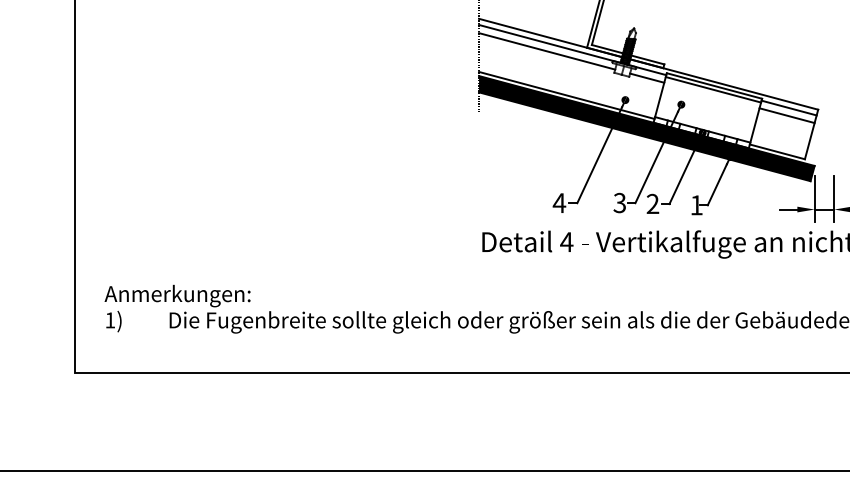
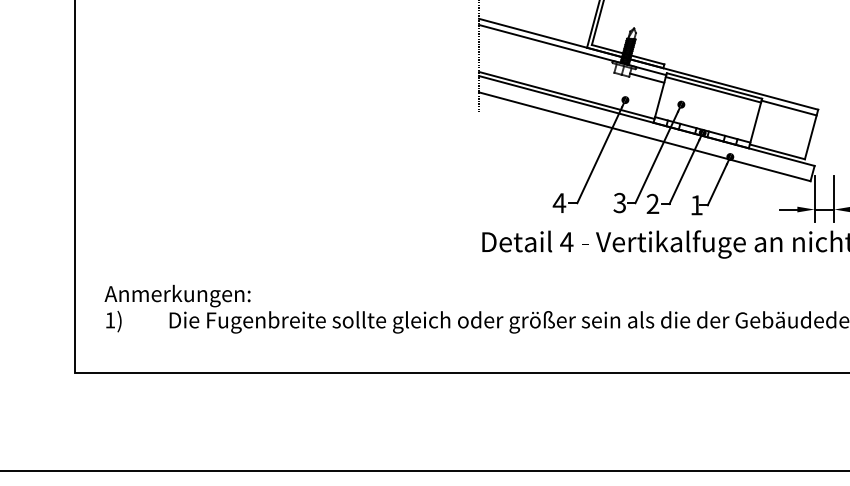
line at (547, 51): present -> none
line at (786, 115): present -> none
fill at (646, 128): present -> none
